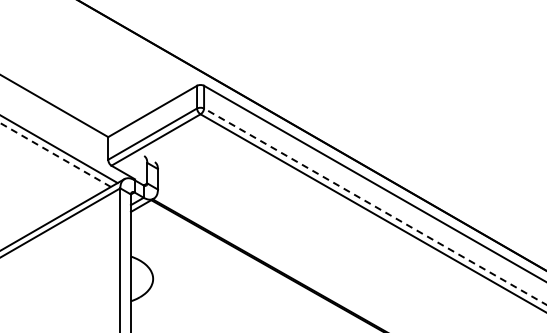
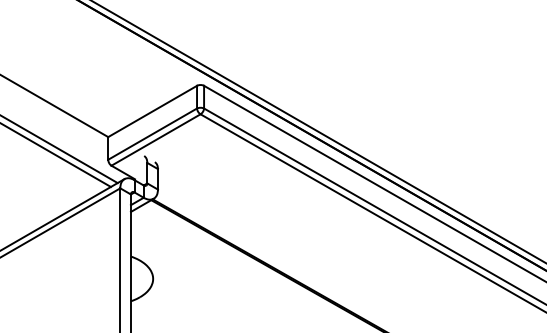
line at (318, 131): none -> present
line at (55, 154): dashed -> solid
line at (374, 206): dashed -> solid
